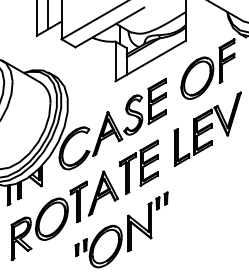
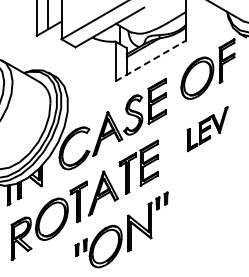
line at (150, 61): solid -> dashed
part at (207, 128) size: 69x76 px -> 43x47 px
